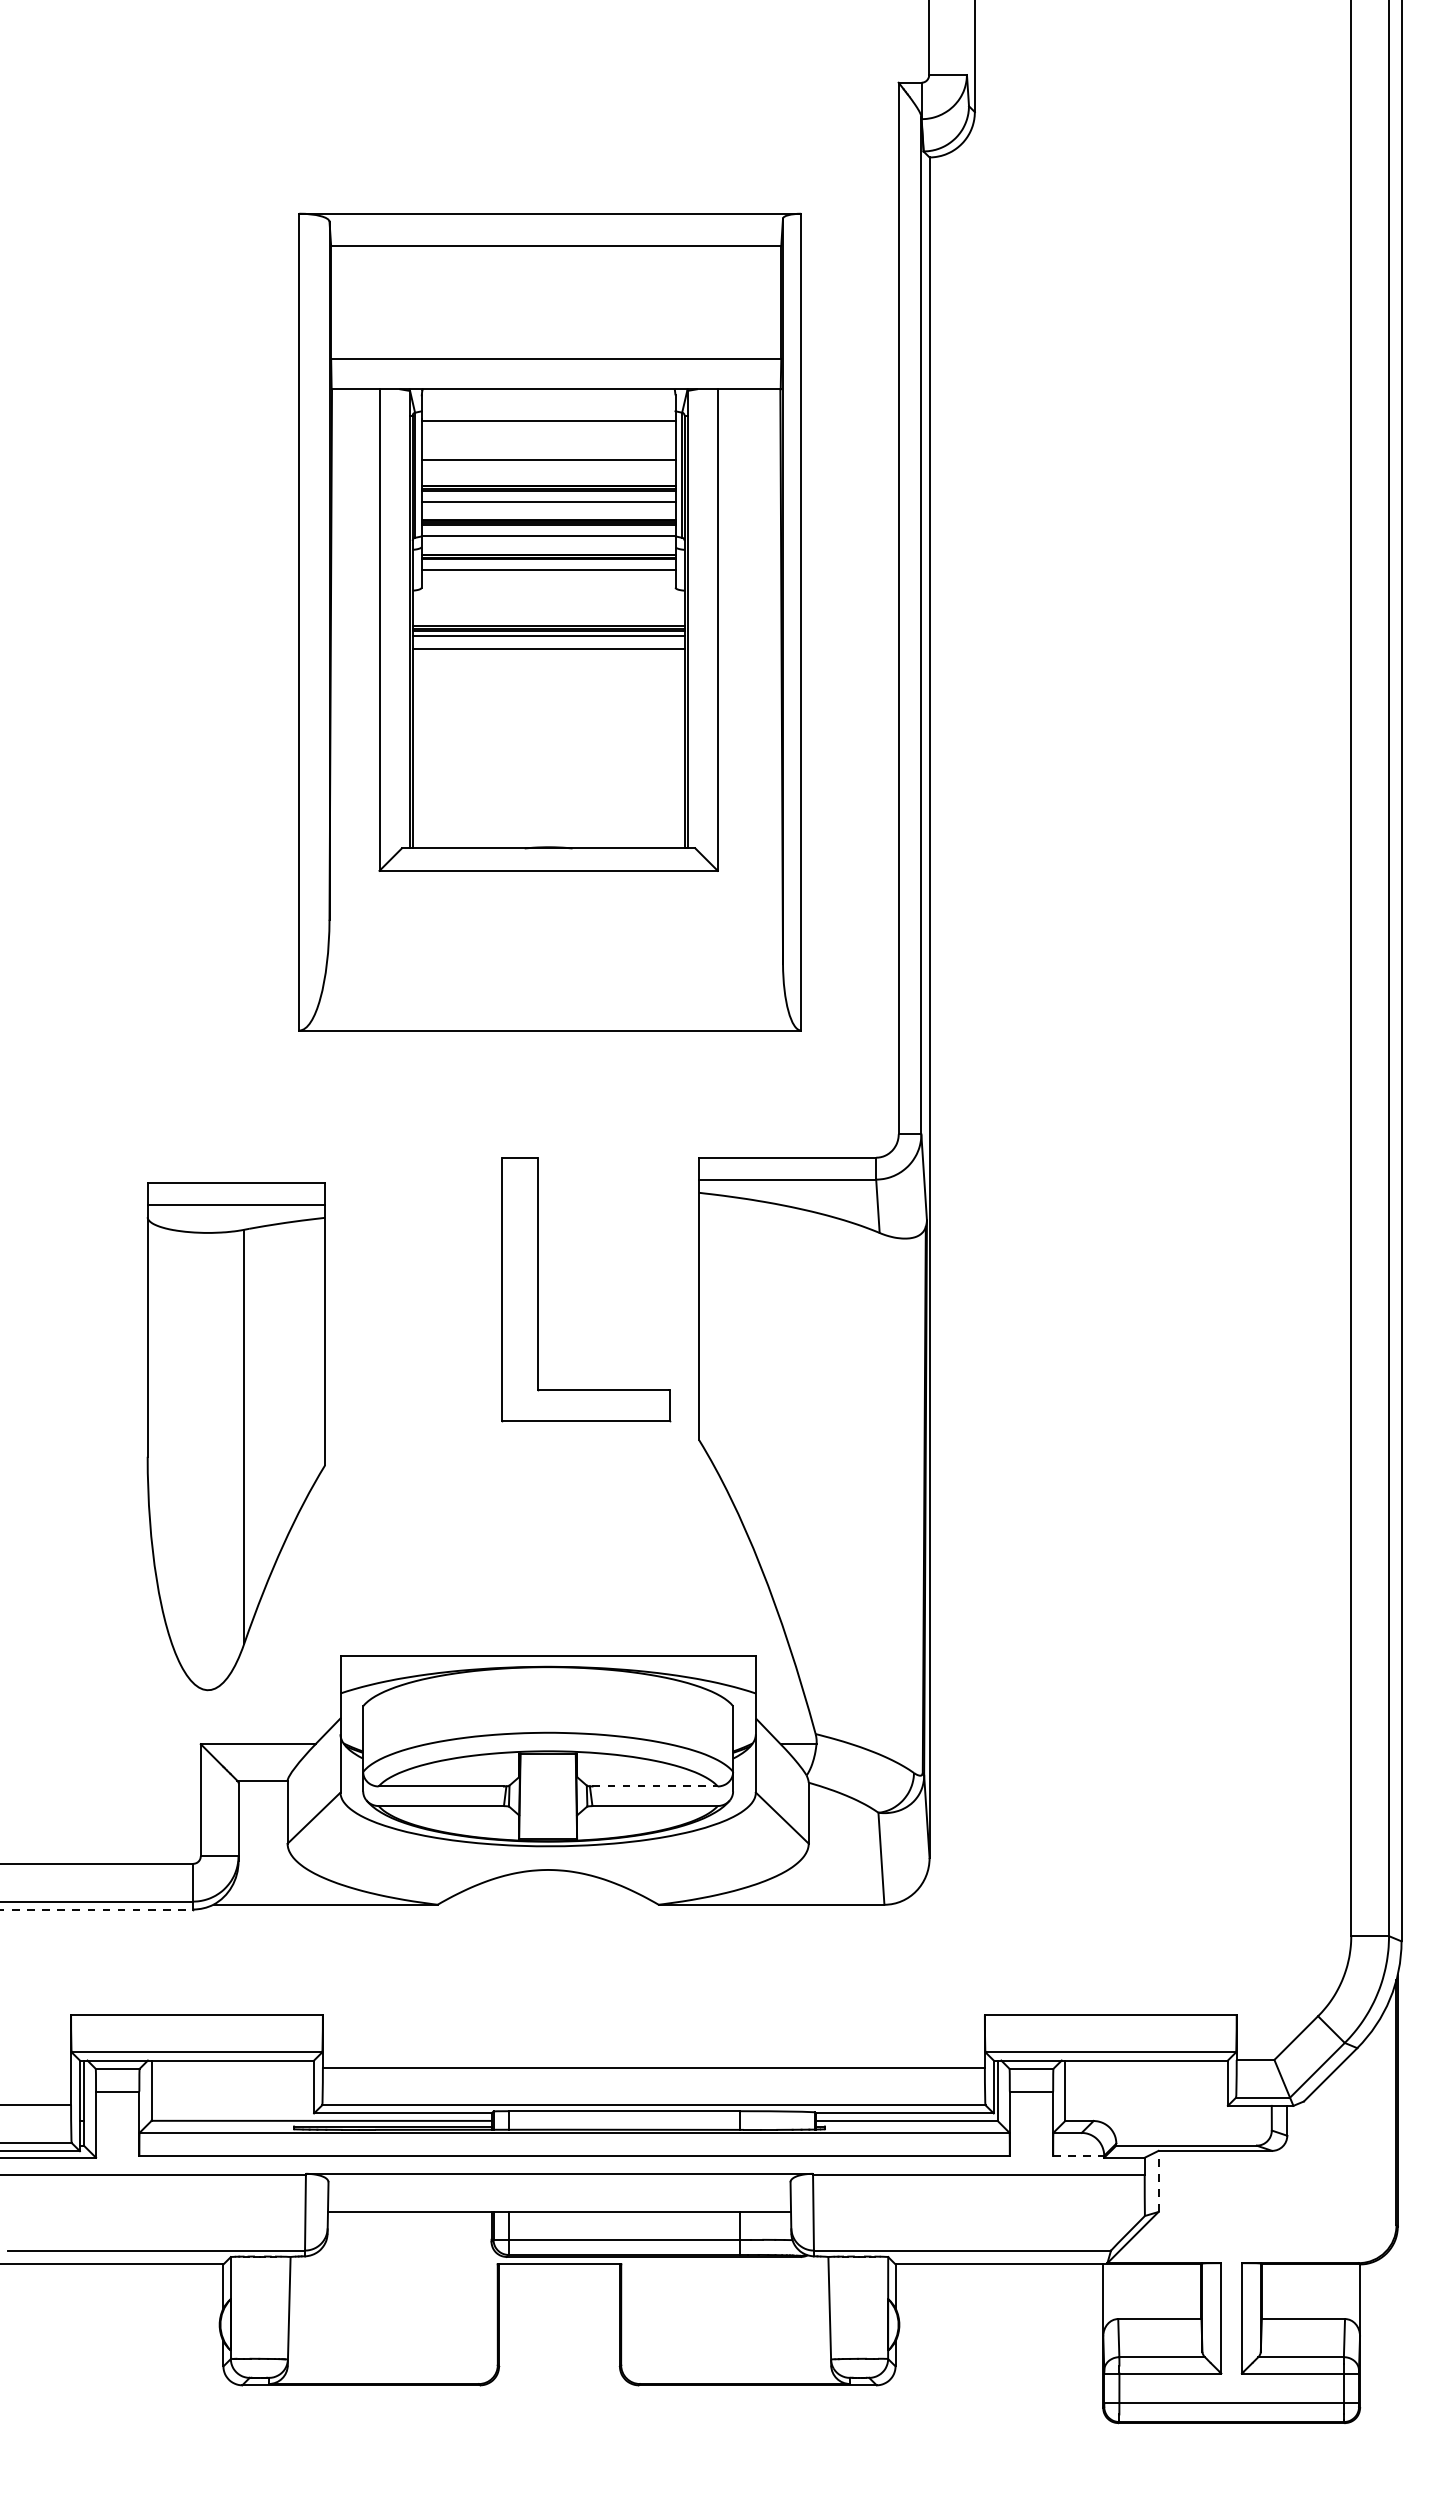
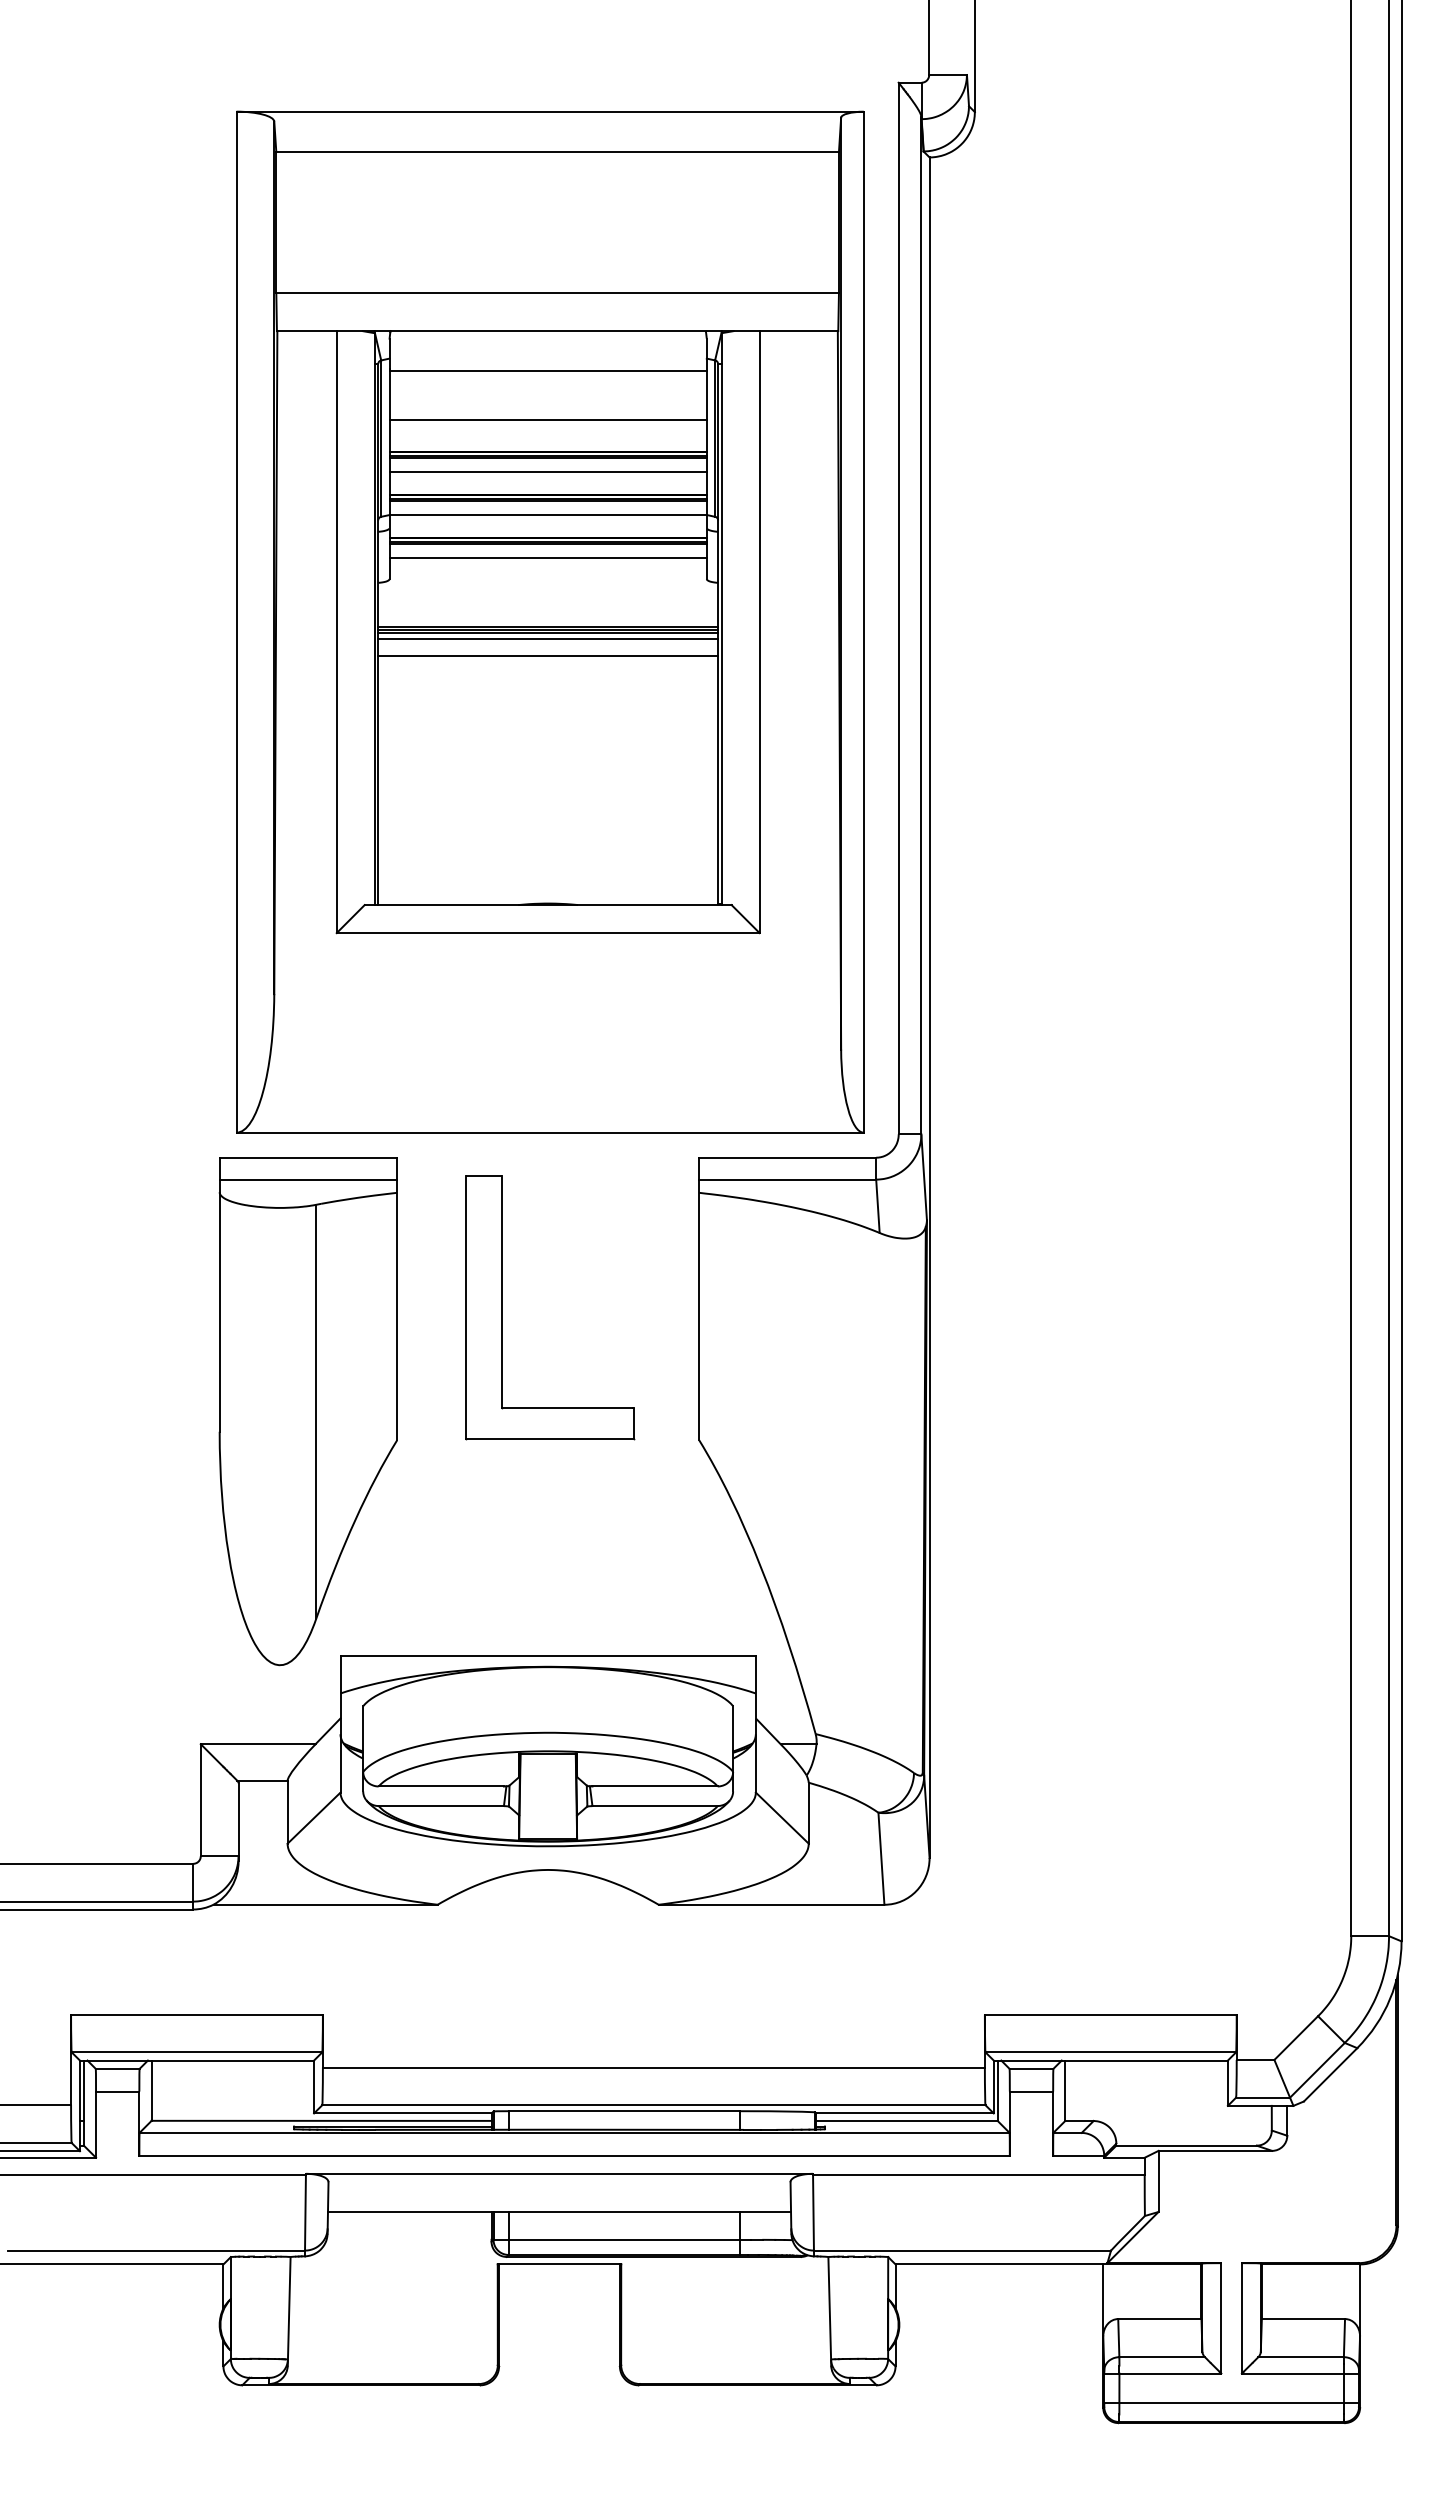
part at (549, 621) size: 504x820 px -> 629x1024 px
part at (538, 1289) position: (538, 1289) -> (502, 1307)
part at (235, 1436) position: (235, 1436) -> (307, 1411)
line at (655, 1786): dashed -> solid
line at (97, 1909): dashed -> solid
line at (1078, 2155): dashed -> solid
line at (1158, 2181): dashed -> solid
